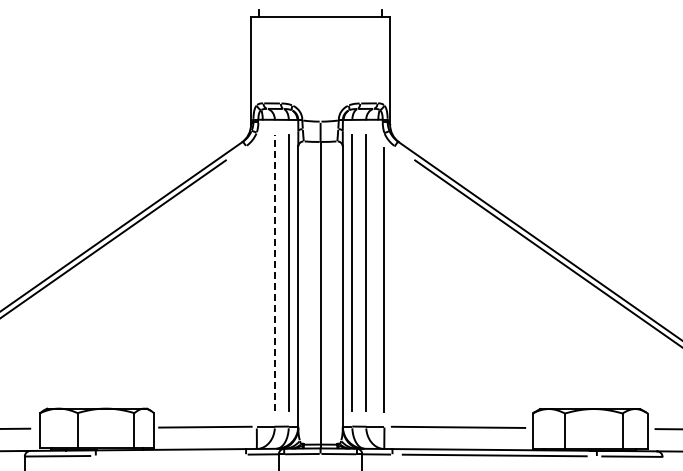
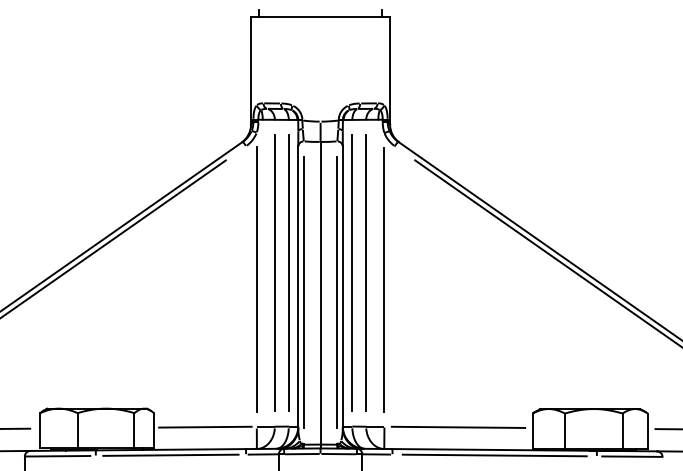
line at (274, 272): dashed -> solid
line at (256, 279): none -> present
line at (303, 292): none -> present
line at (337, 292): none -> present
line at (170, 454): none -> present
